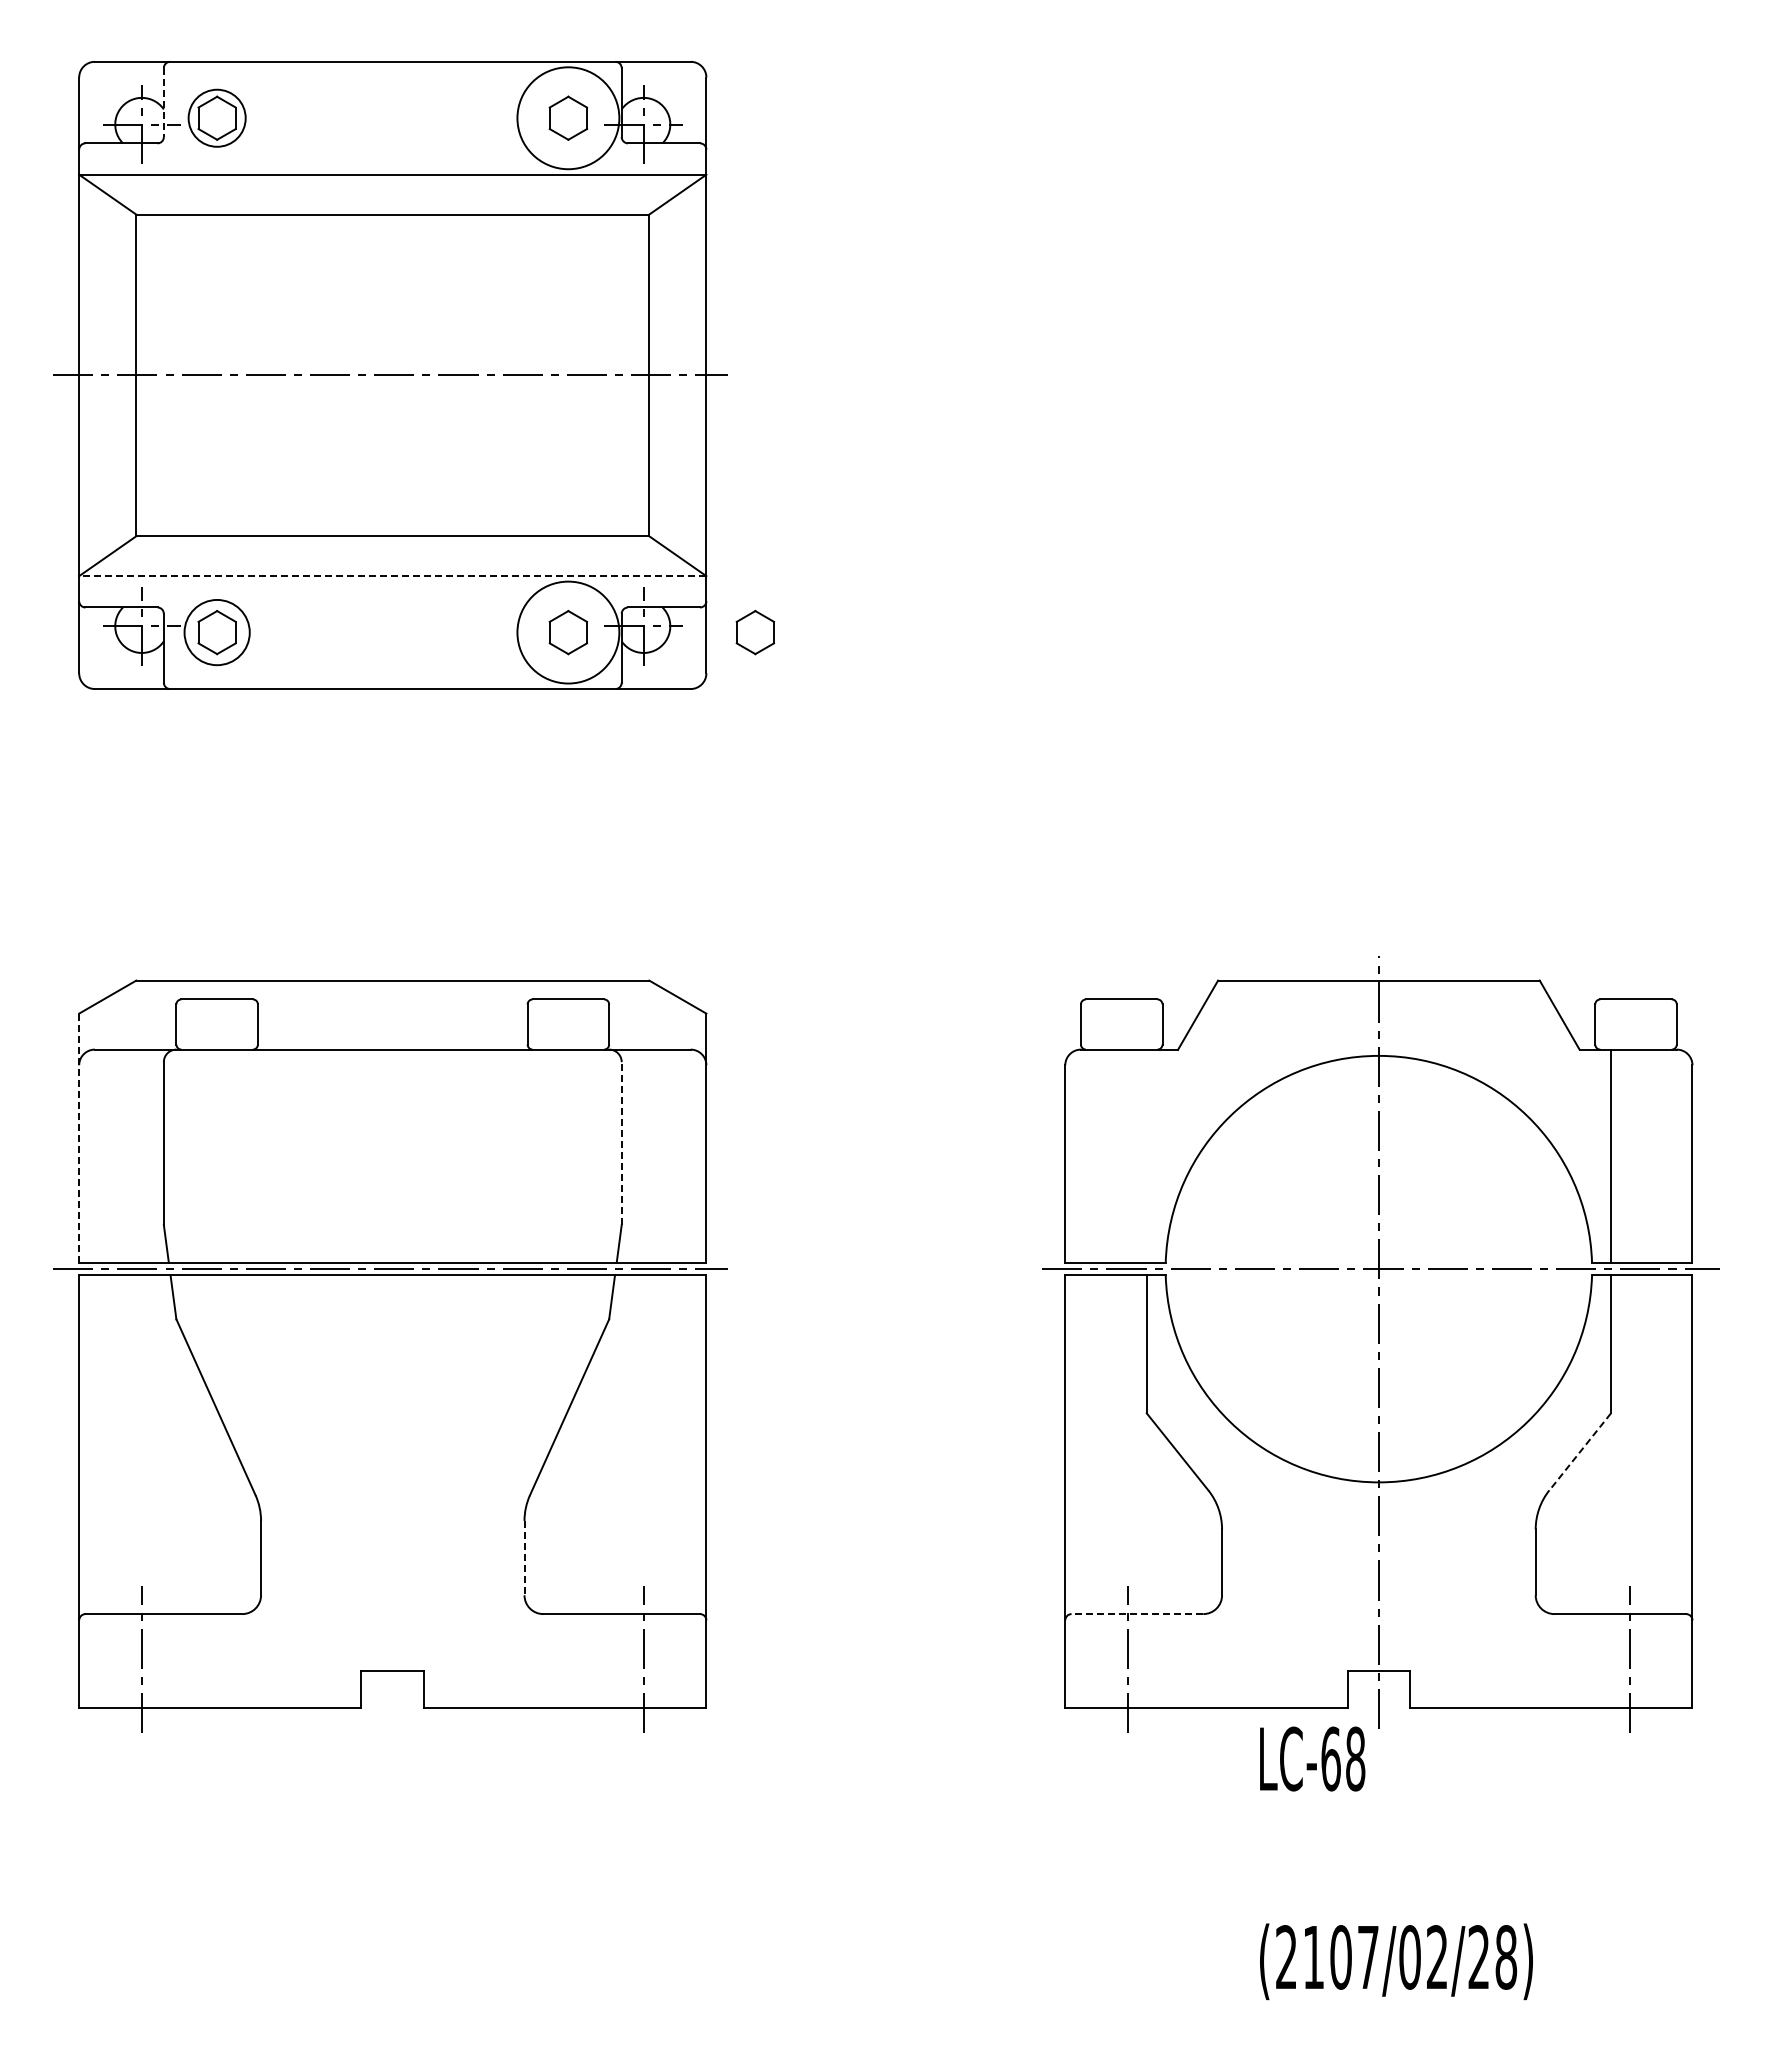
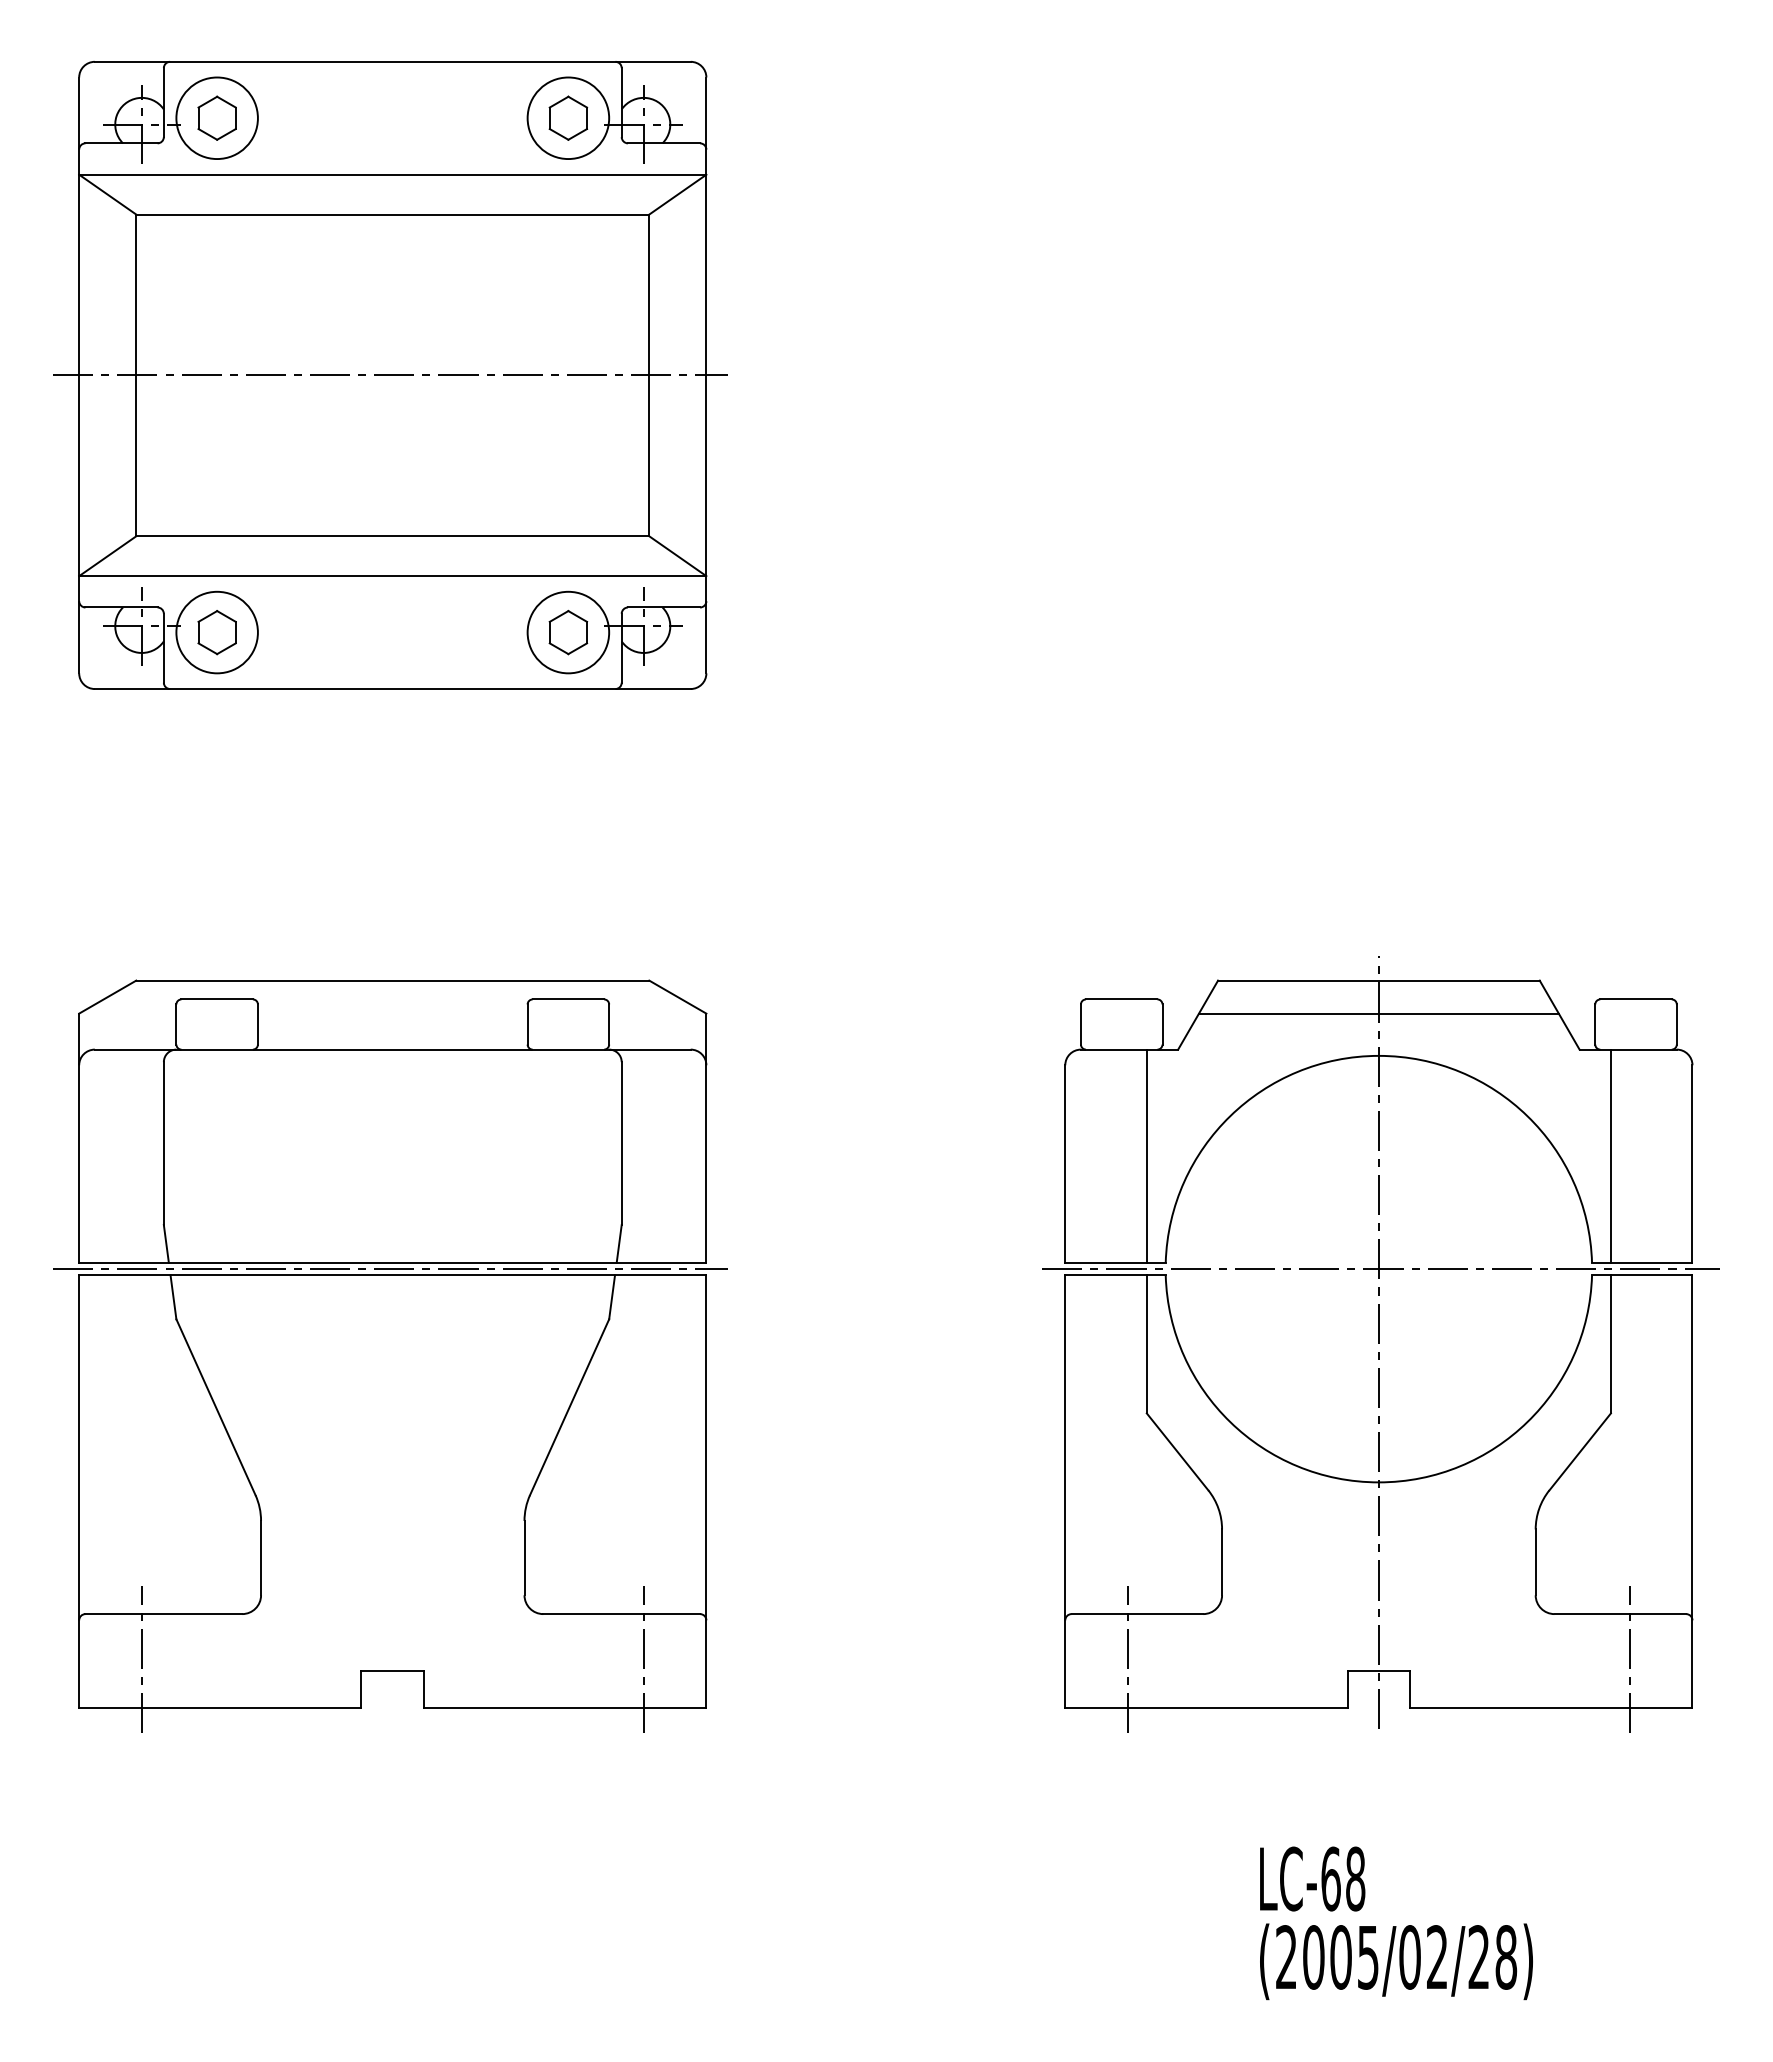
line at (163, 103): dashed -> solid
circle at (216, 117) diameter: 57 px -> 82 px
circle at (568, 118) diameter: 102 px -> 82 px
line at (392, 576): dashed -> solid
circle at (216, 632) diameter: 65 px -> 82 px
circle at (568, 632) diameter: 102 px -> 82 px
part at (755, 632): present -> none
line at (1378, 1013): none -> present
line at (79, 1138): dashed -> solid
line at (621, 1143): dashed -> solid
line at (1146, 1155): none -> present
line at (1579, 1452): dashed -> solid
line at (524, 1558): dashed -> solid
line at (1137, 1614): dashed -> solid
text at (1312, 1758) position: (1312, 1758) -> (1312, 1878)
text at (1340, 1957): (2107/02/28) -> (2005/02/28)
